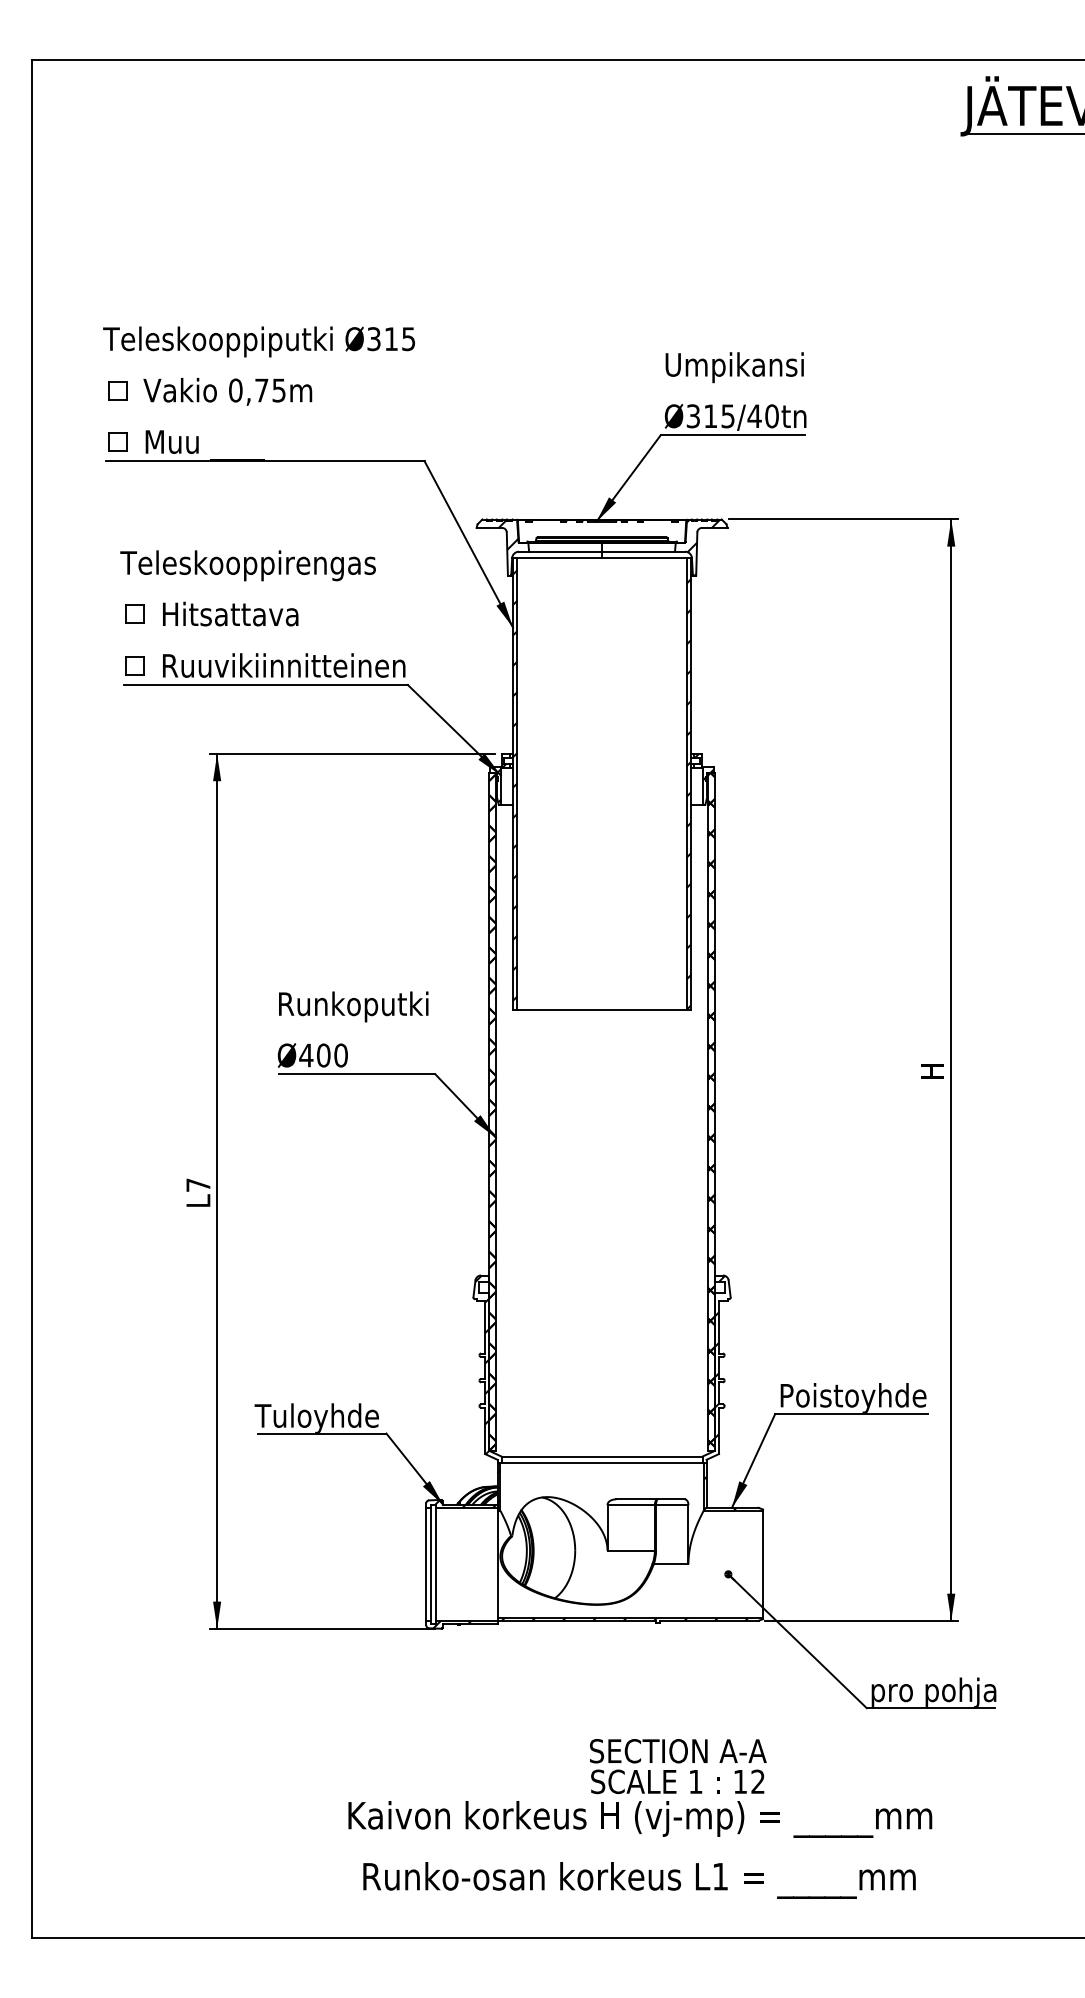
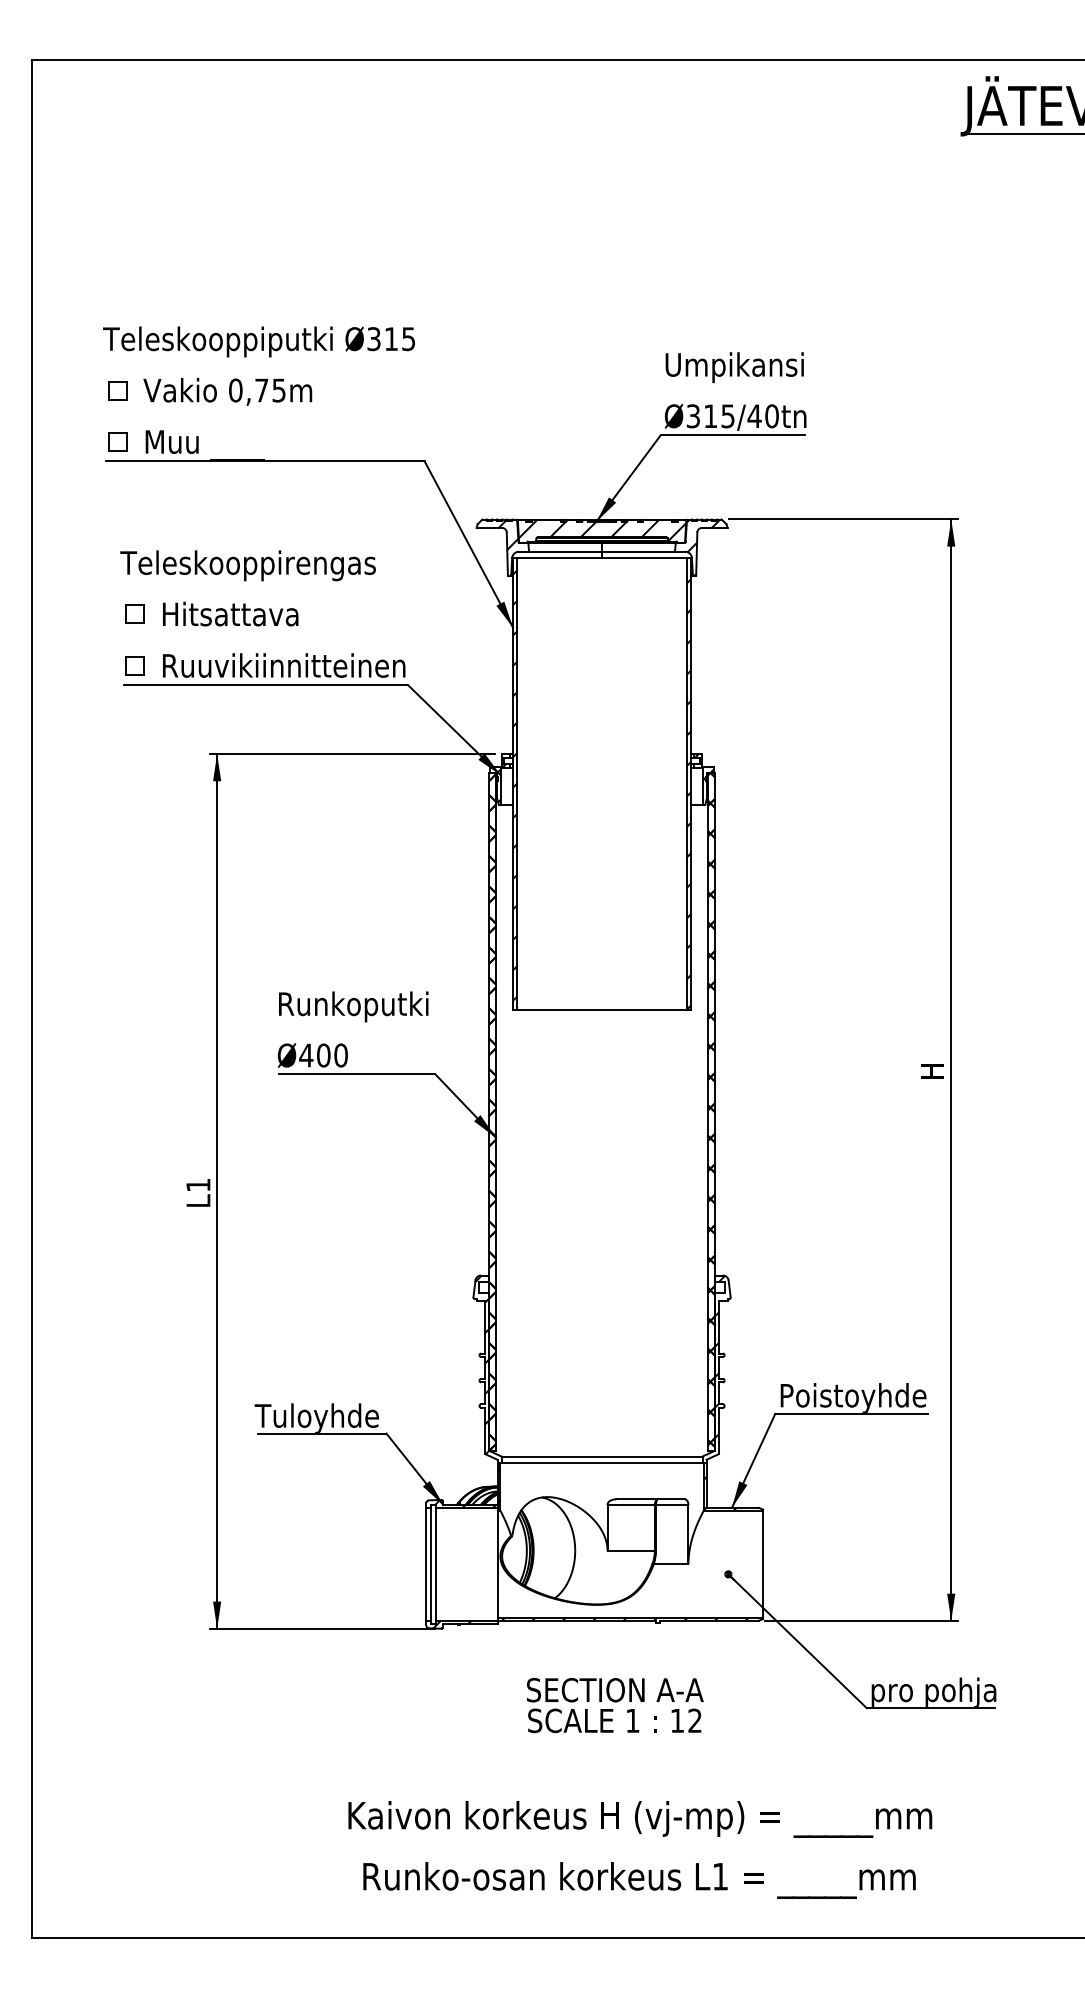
hatch at (602, 530): none -> present
text at (198, 1184): L7 -> L1
text at (678, 1766) position: (678, 1766) -> (615, 1705)
